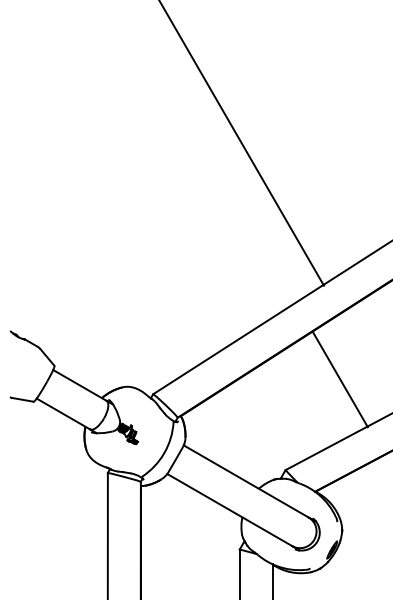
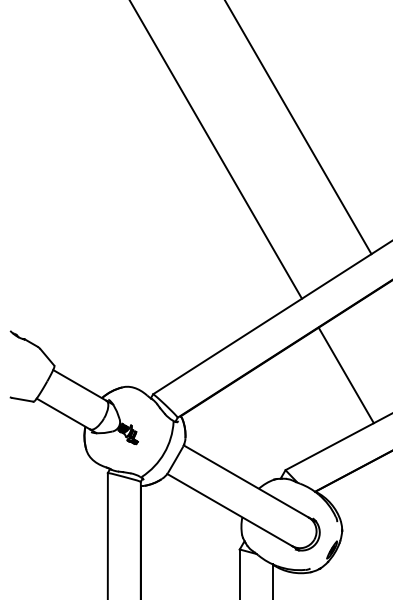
line at (298, 128): none -> present
line at (241, 143) position: (241, 143) -> (215, 150)
line at (339, 379) position: (339, 379) -> (345, 375)
